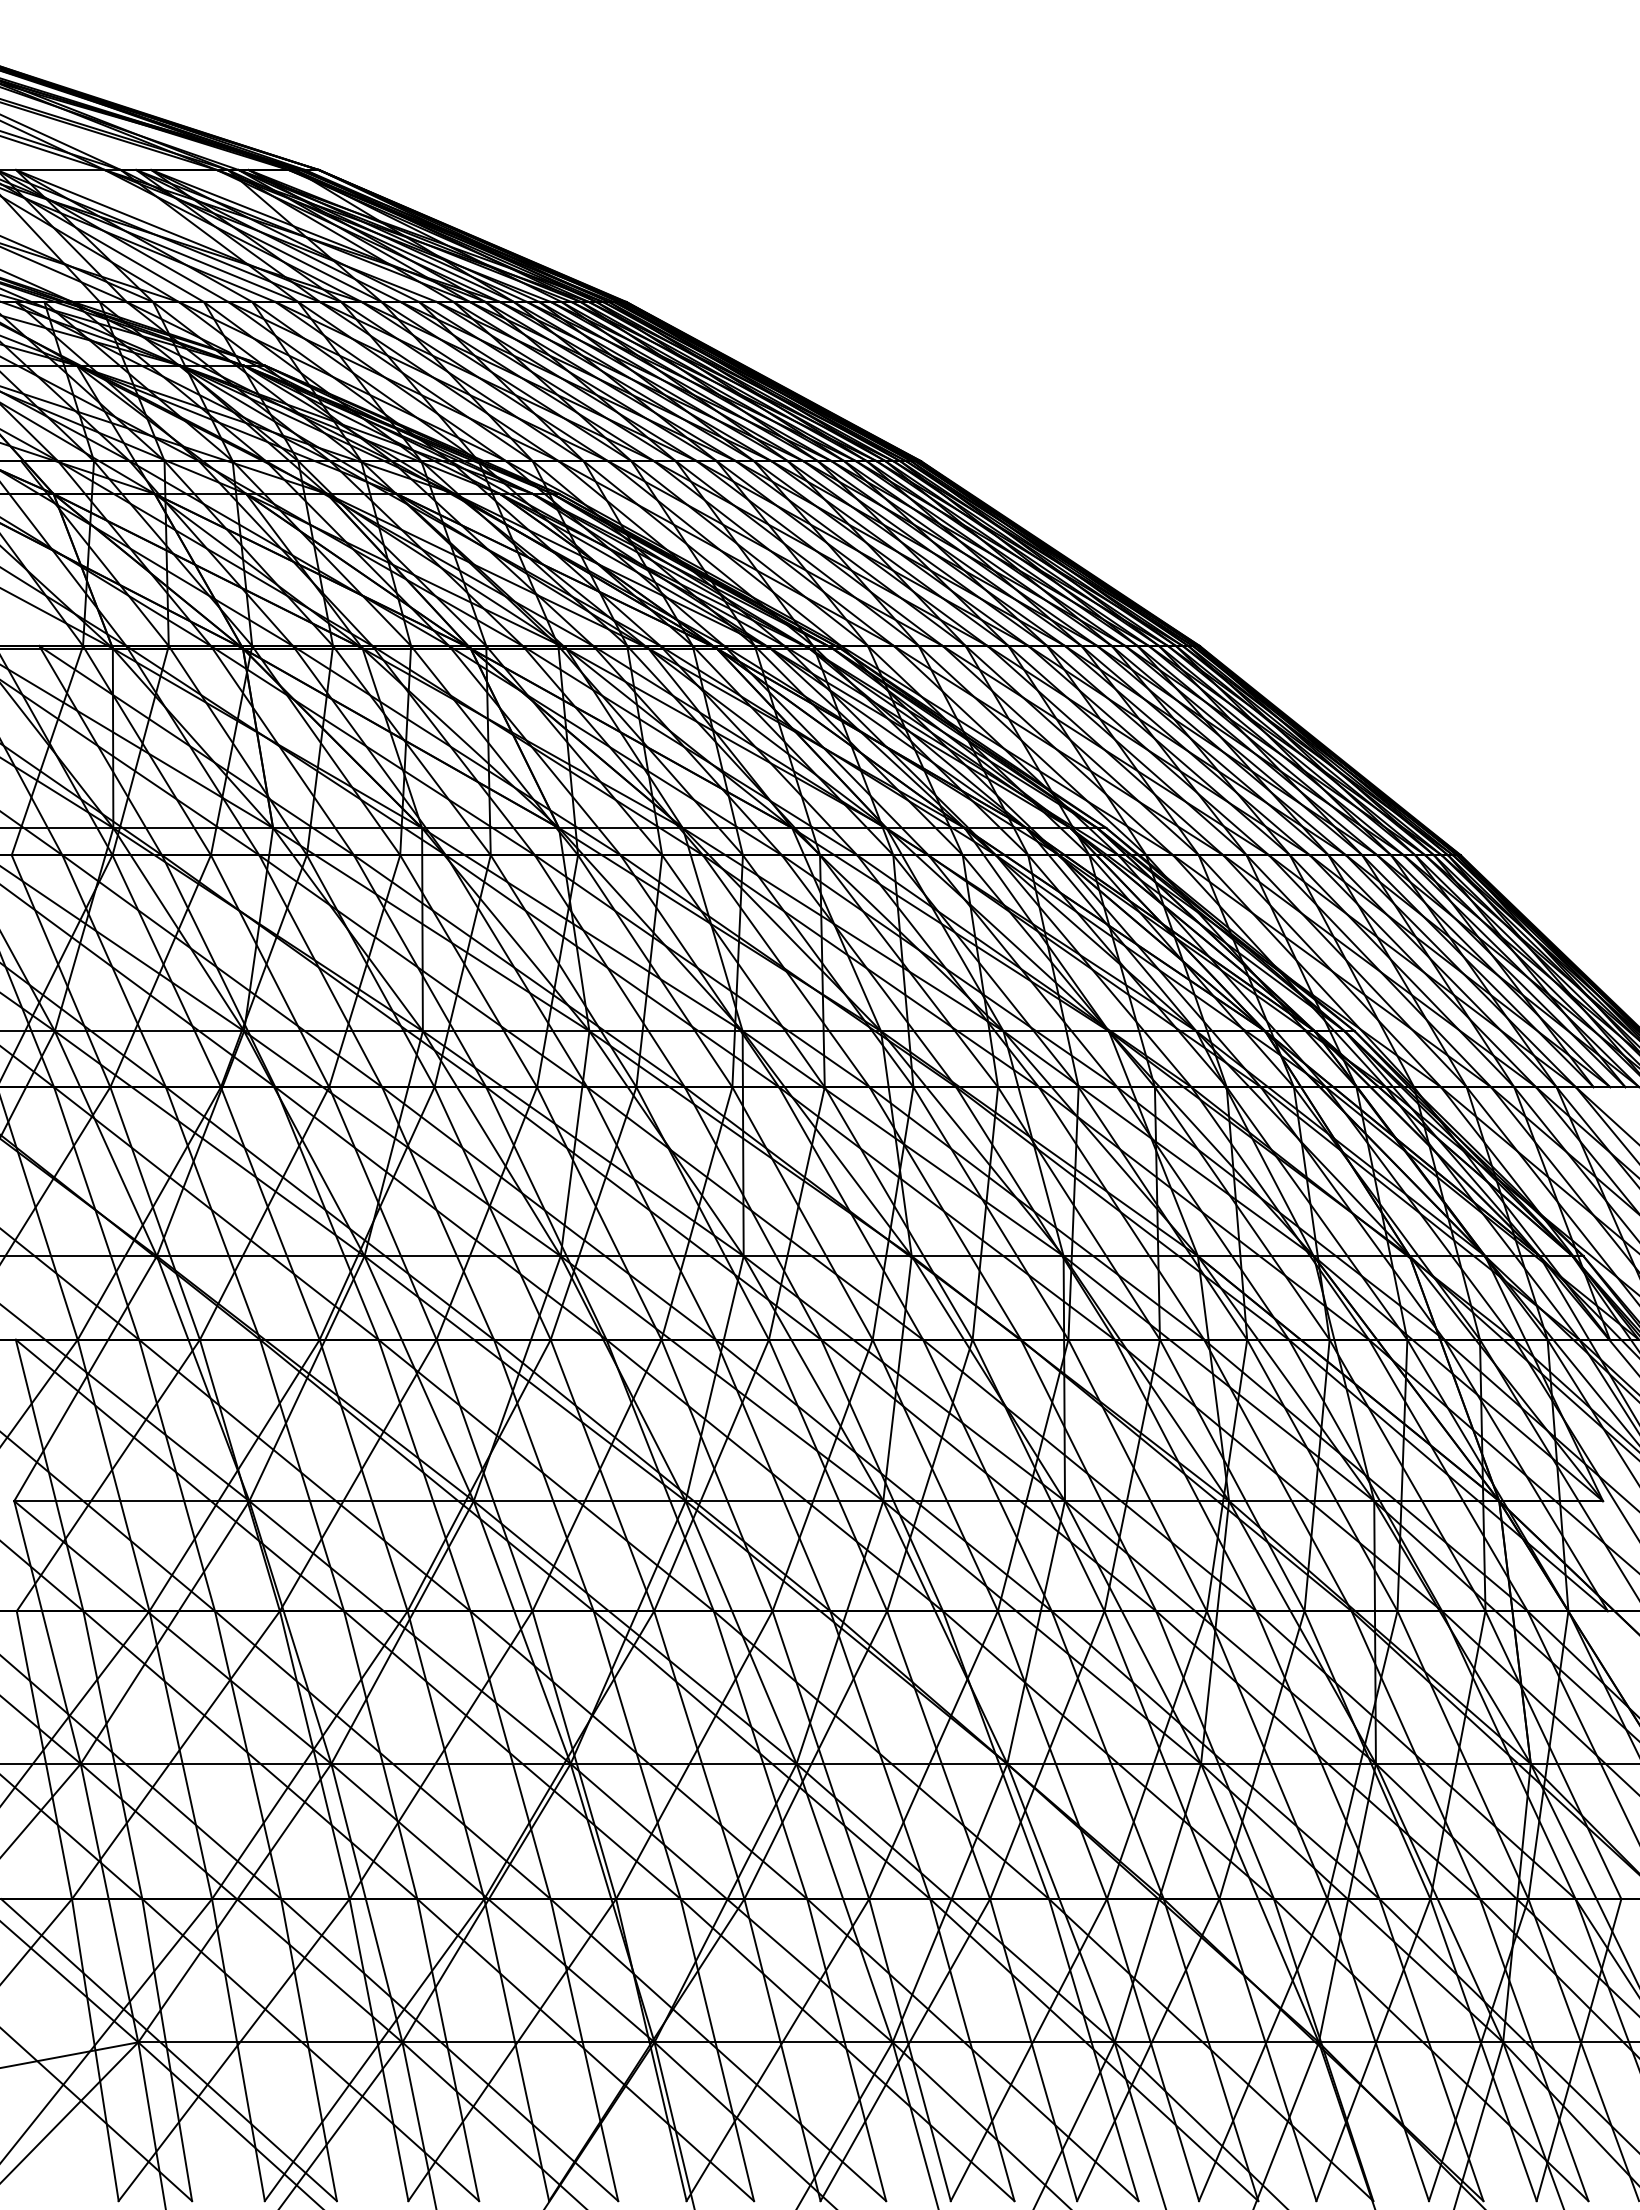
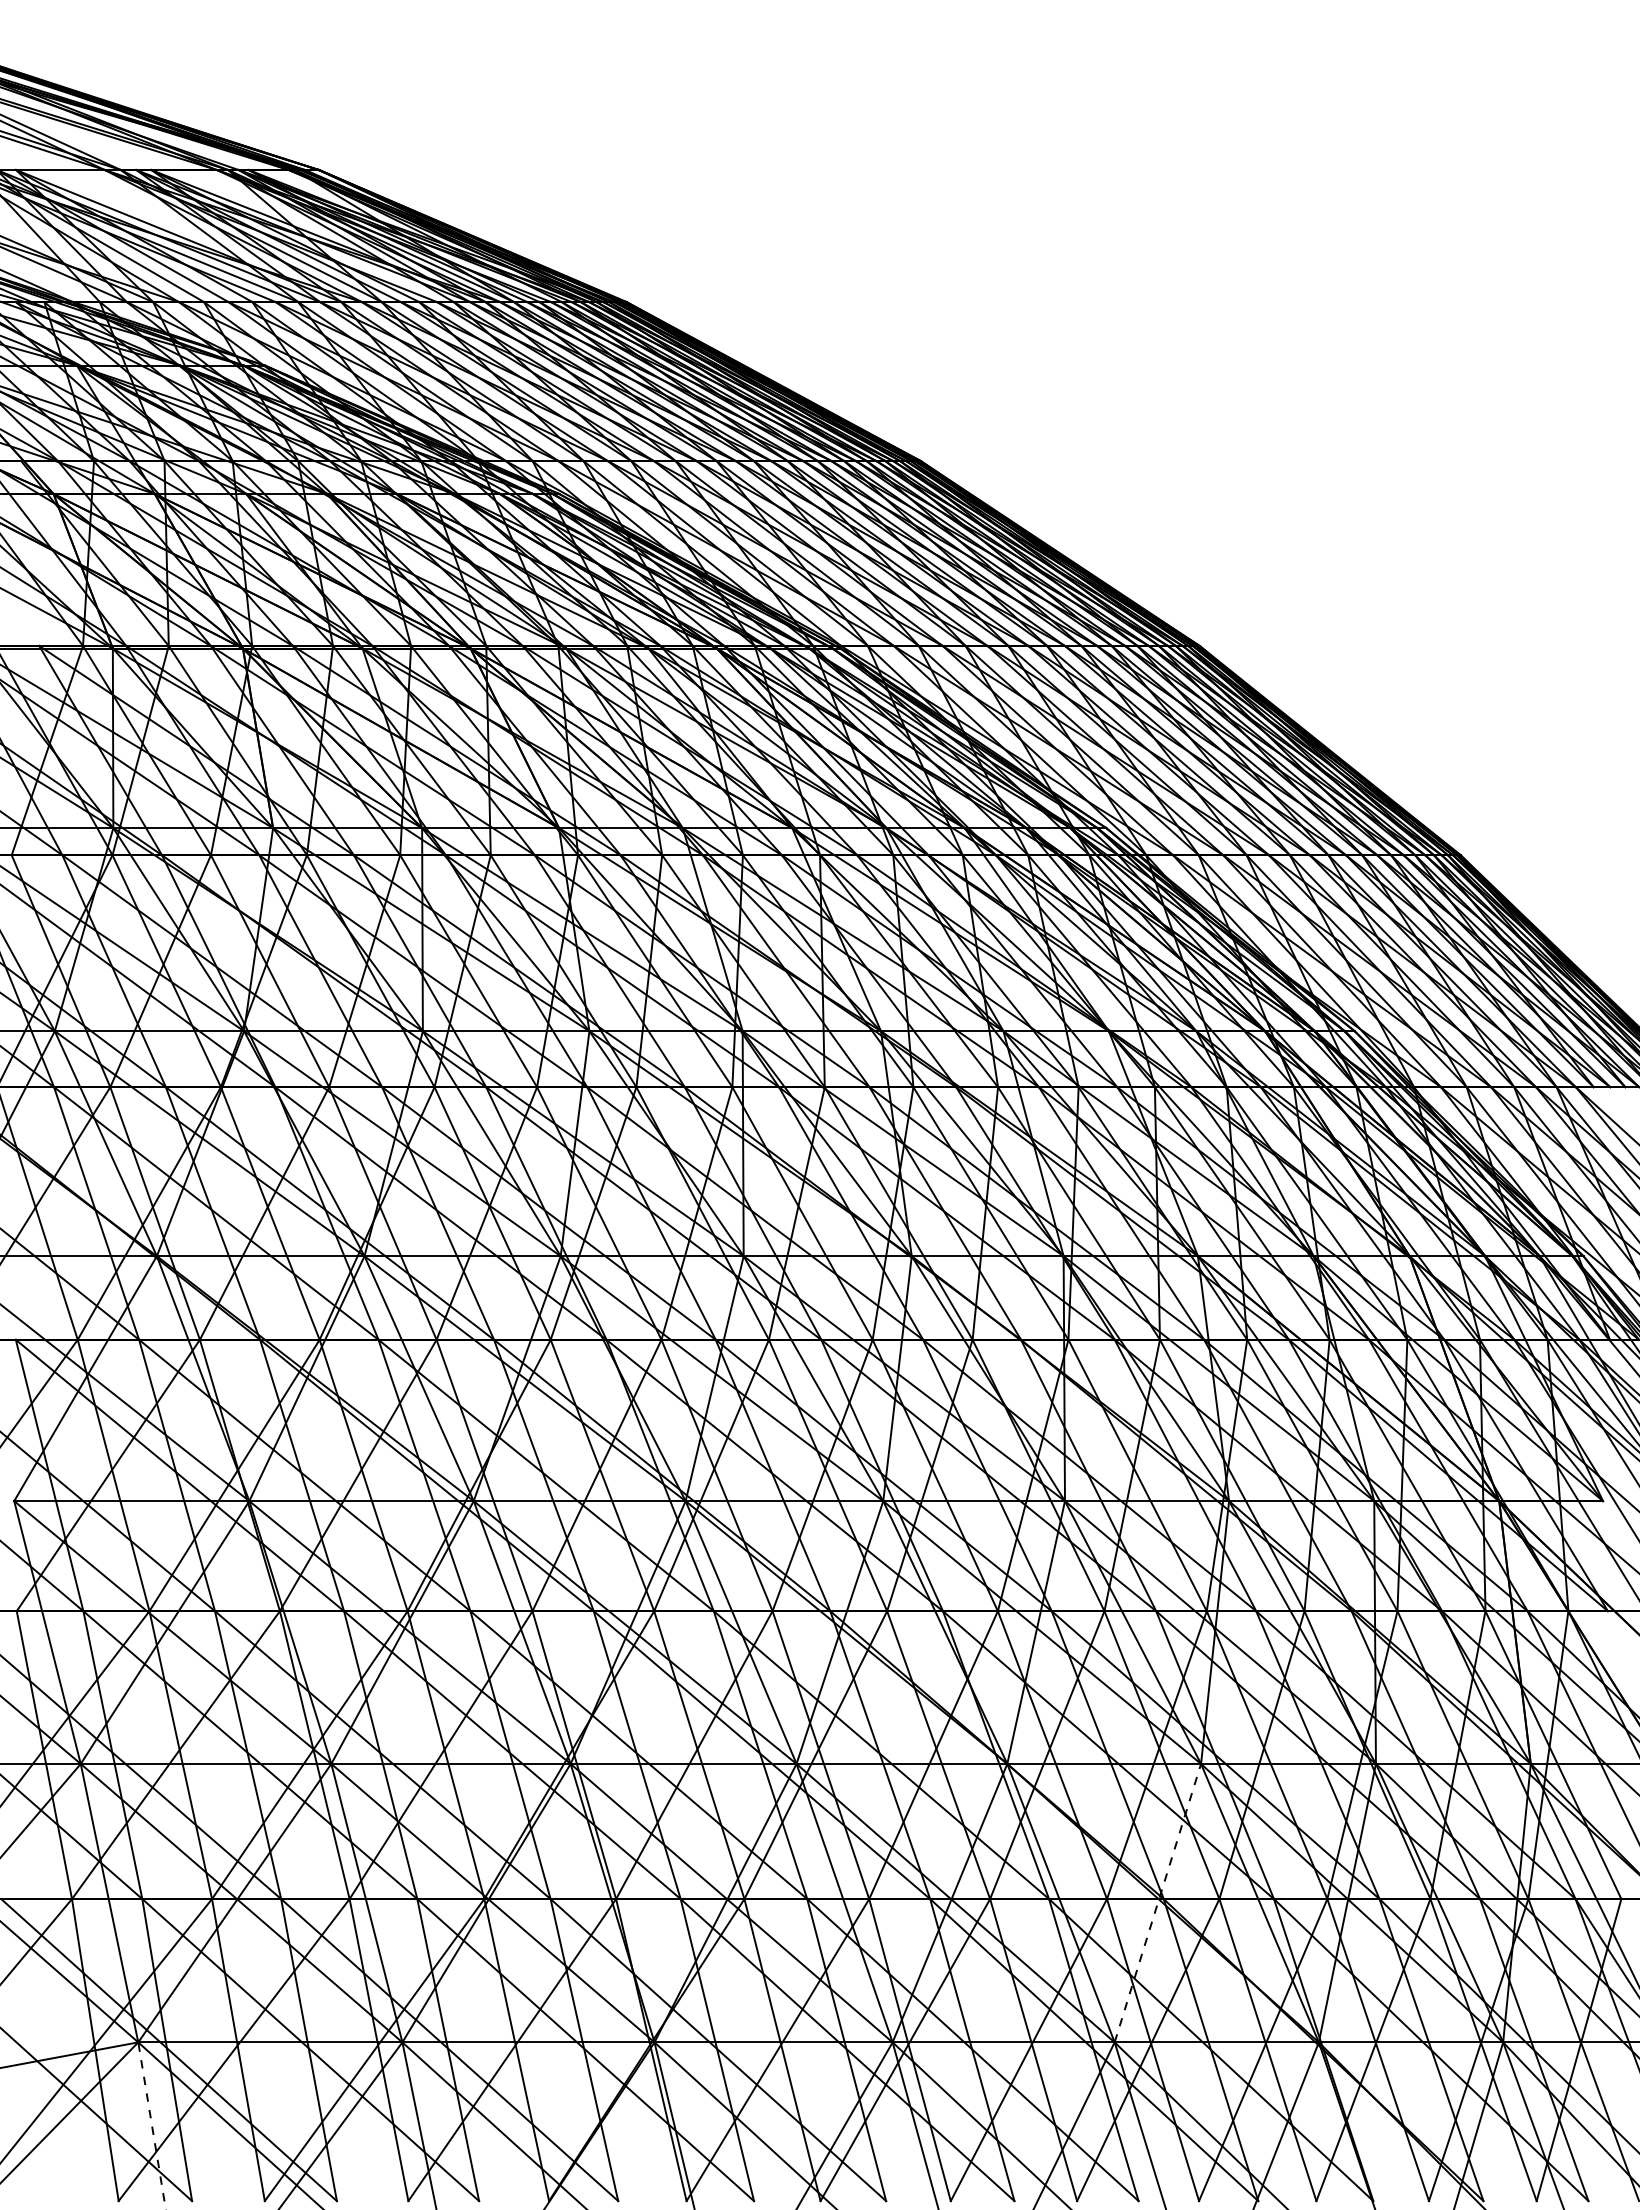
line at (1157, 1903): solid -> dashed
line at (151, 2125): solid -> dashed
